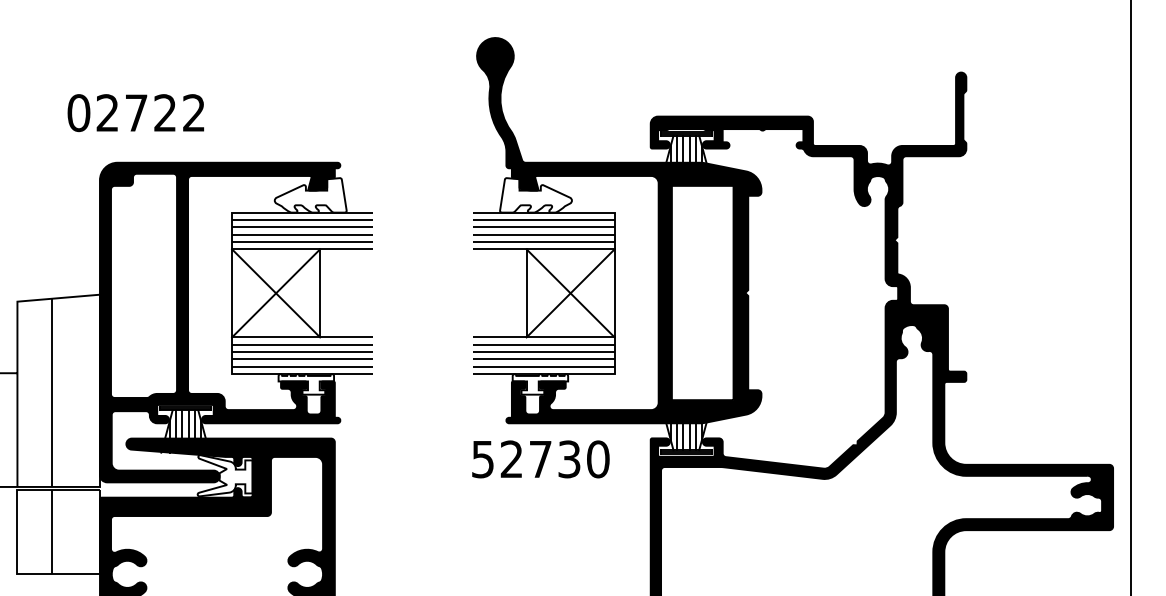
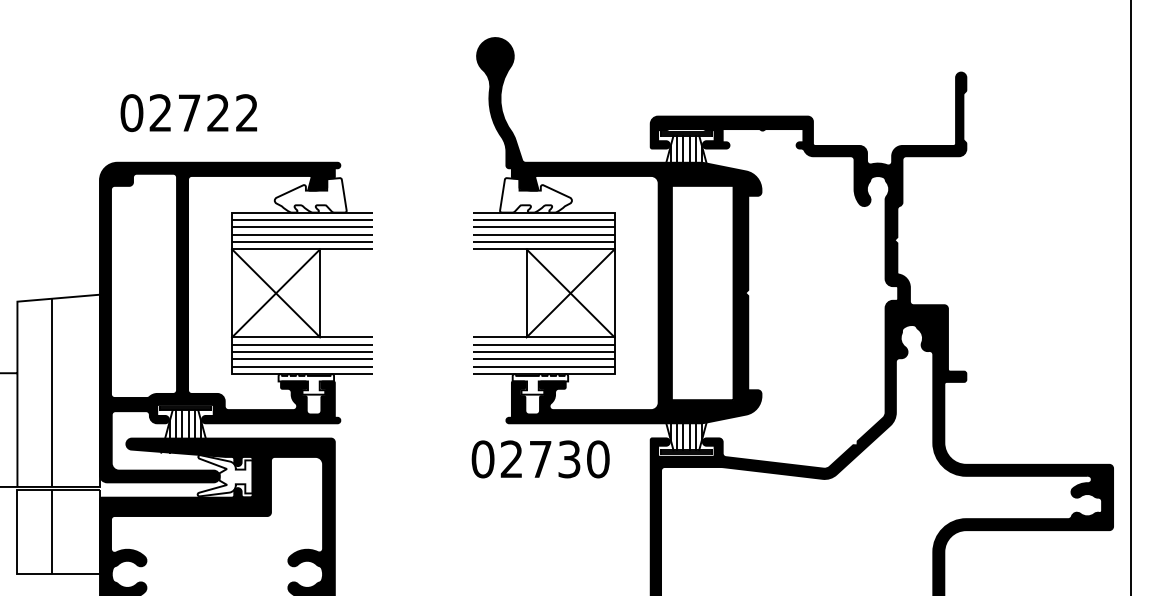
text at (135, 113) position: (135, 113) -> (188, 113)
text at (482, 459): 52730 -> 02730
